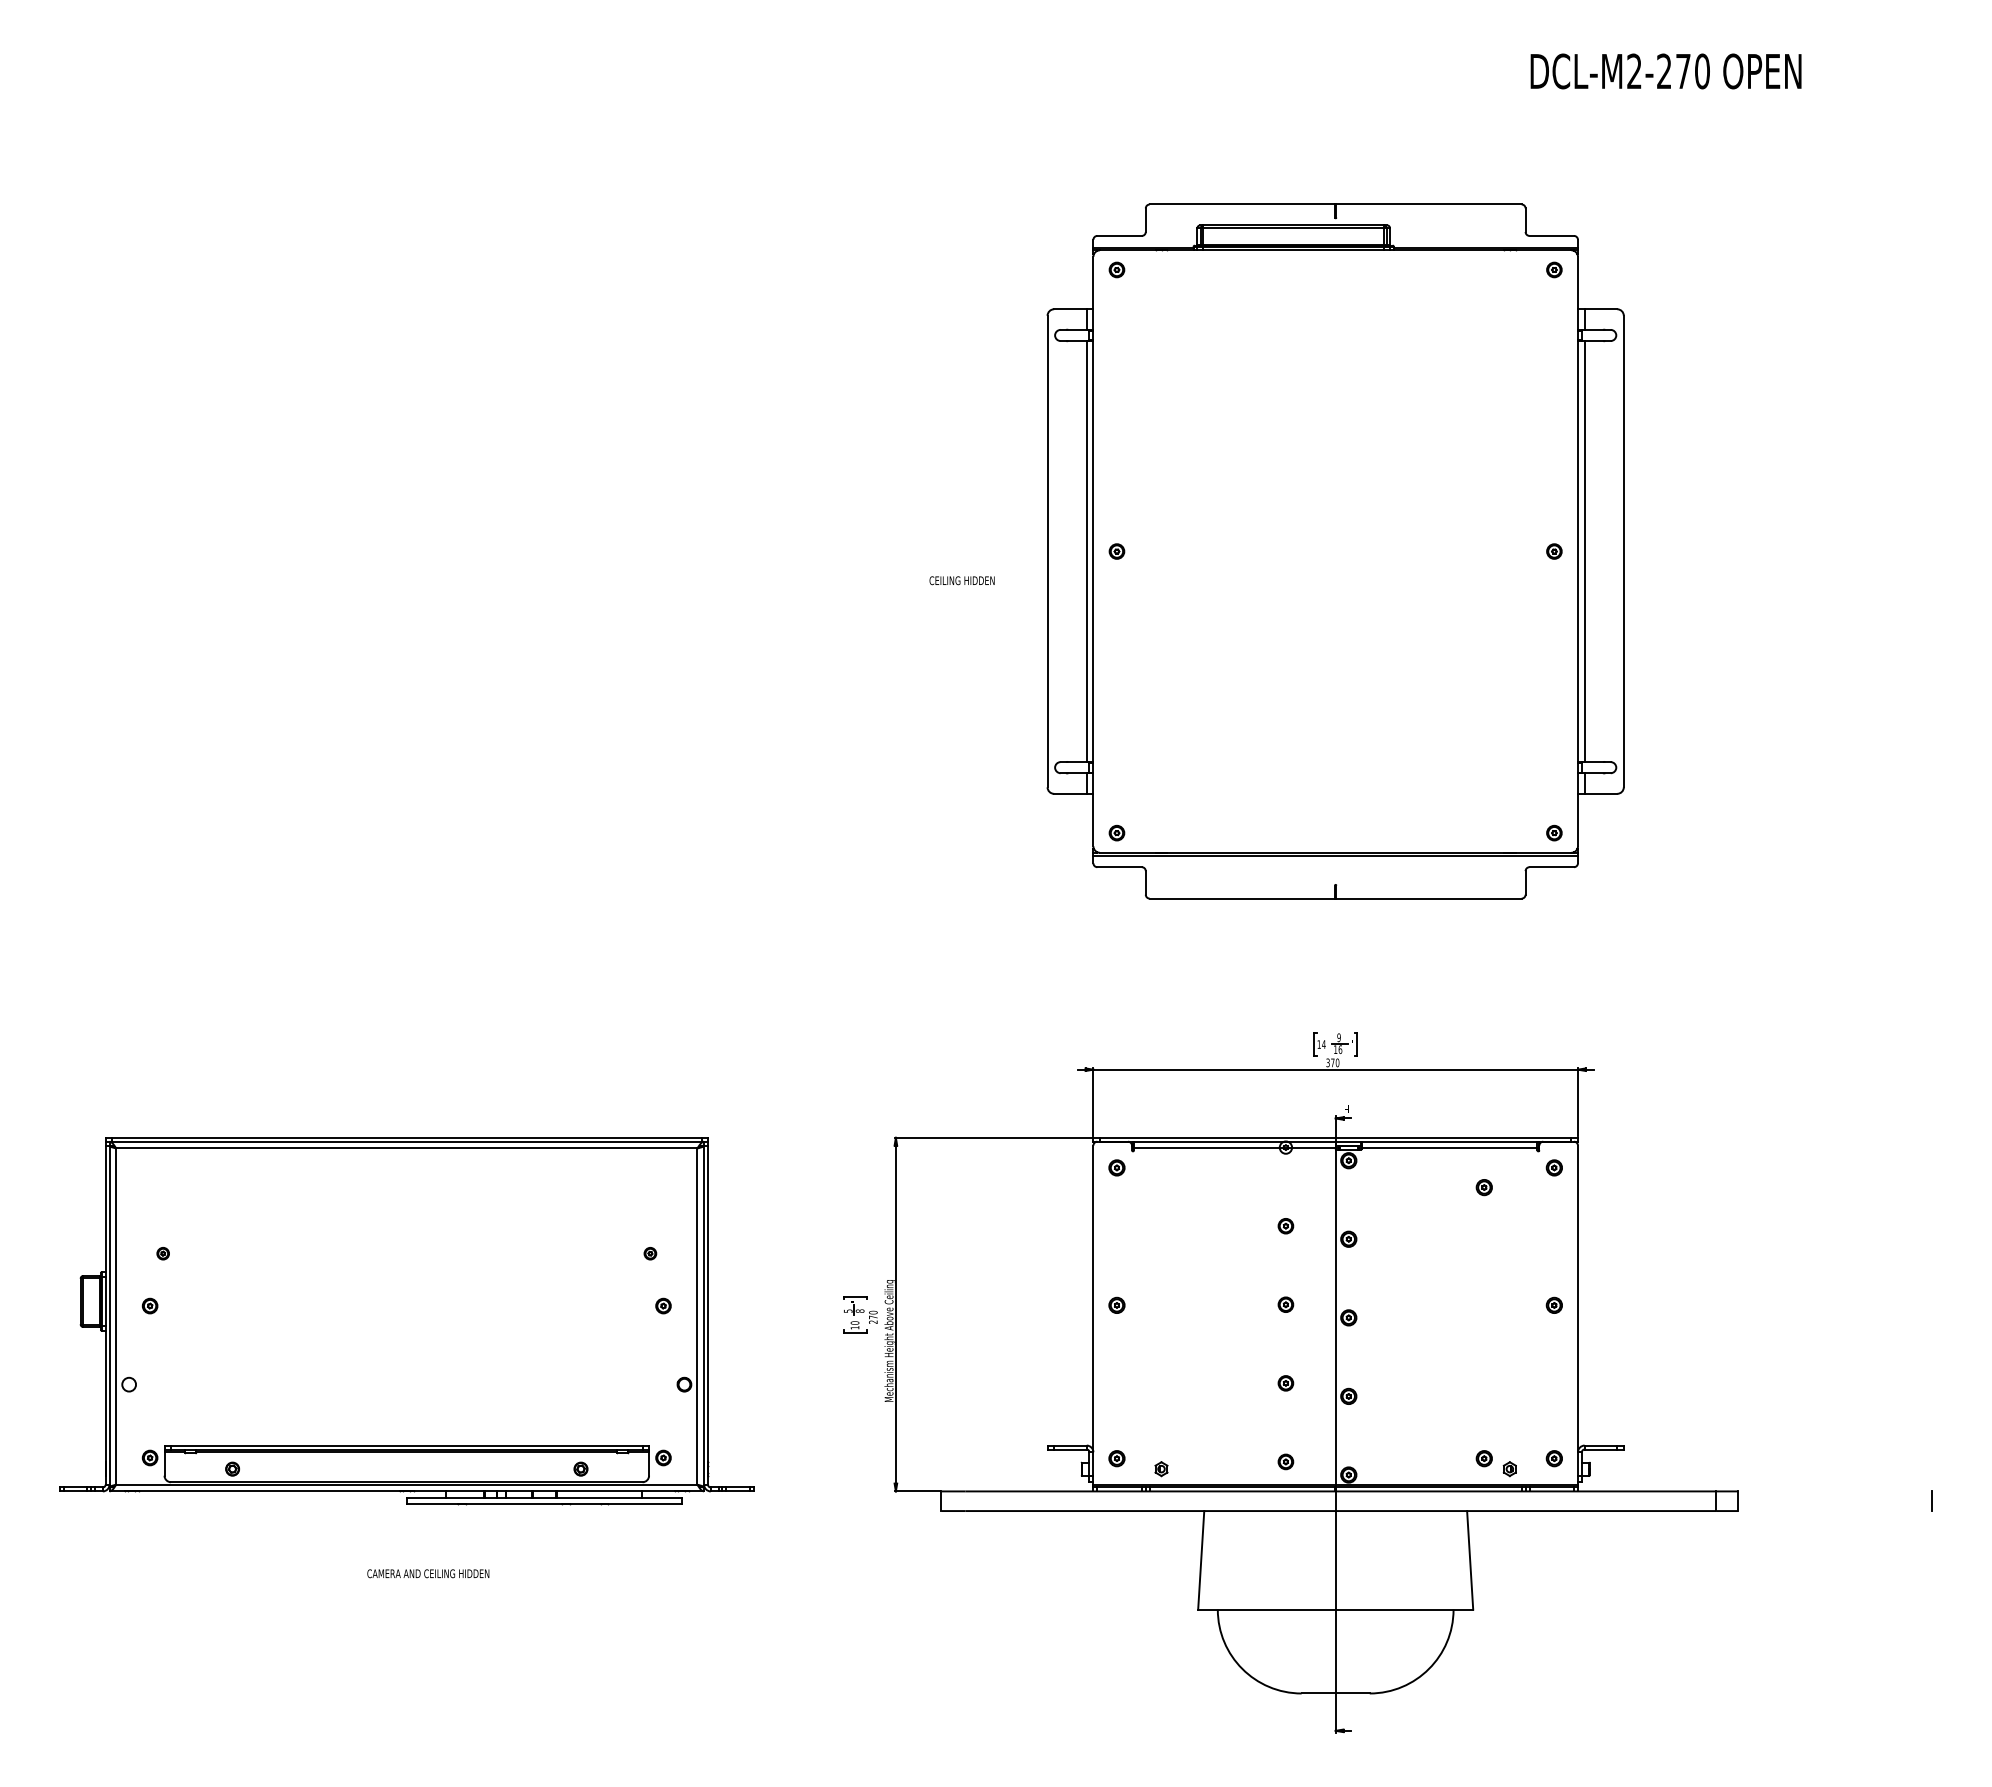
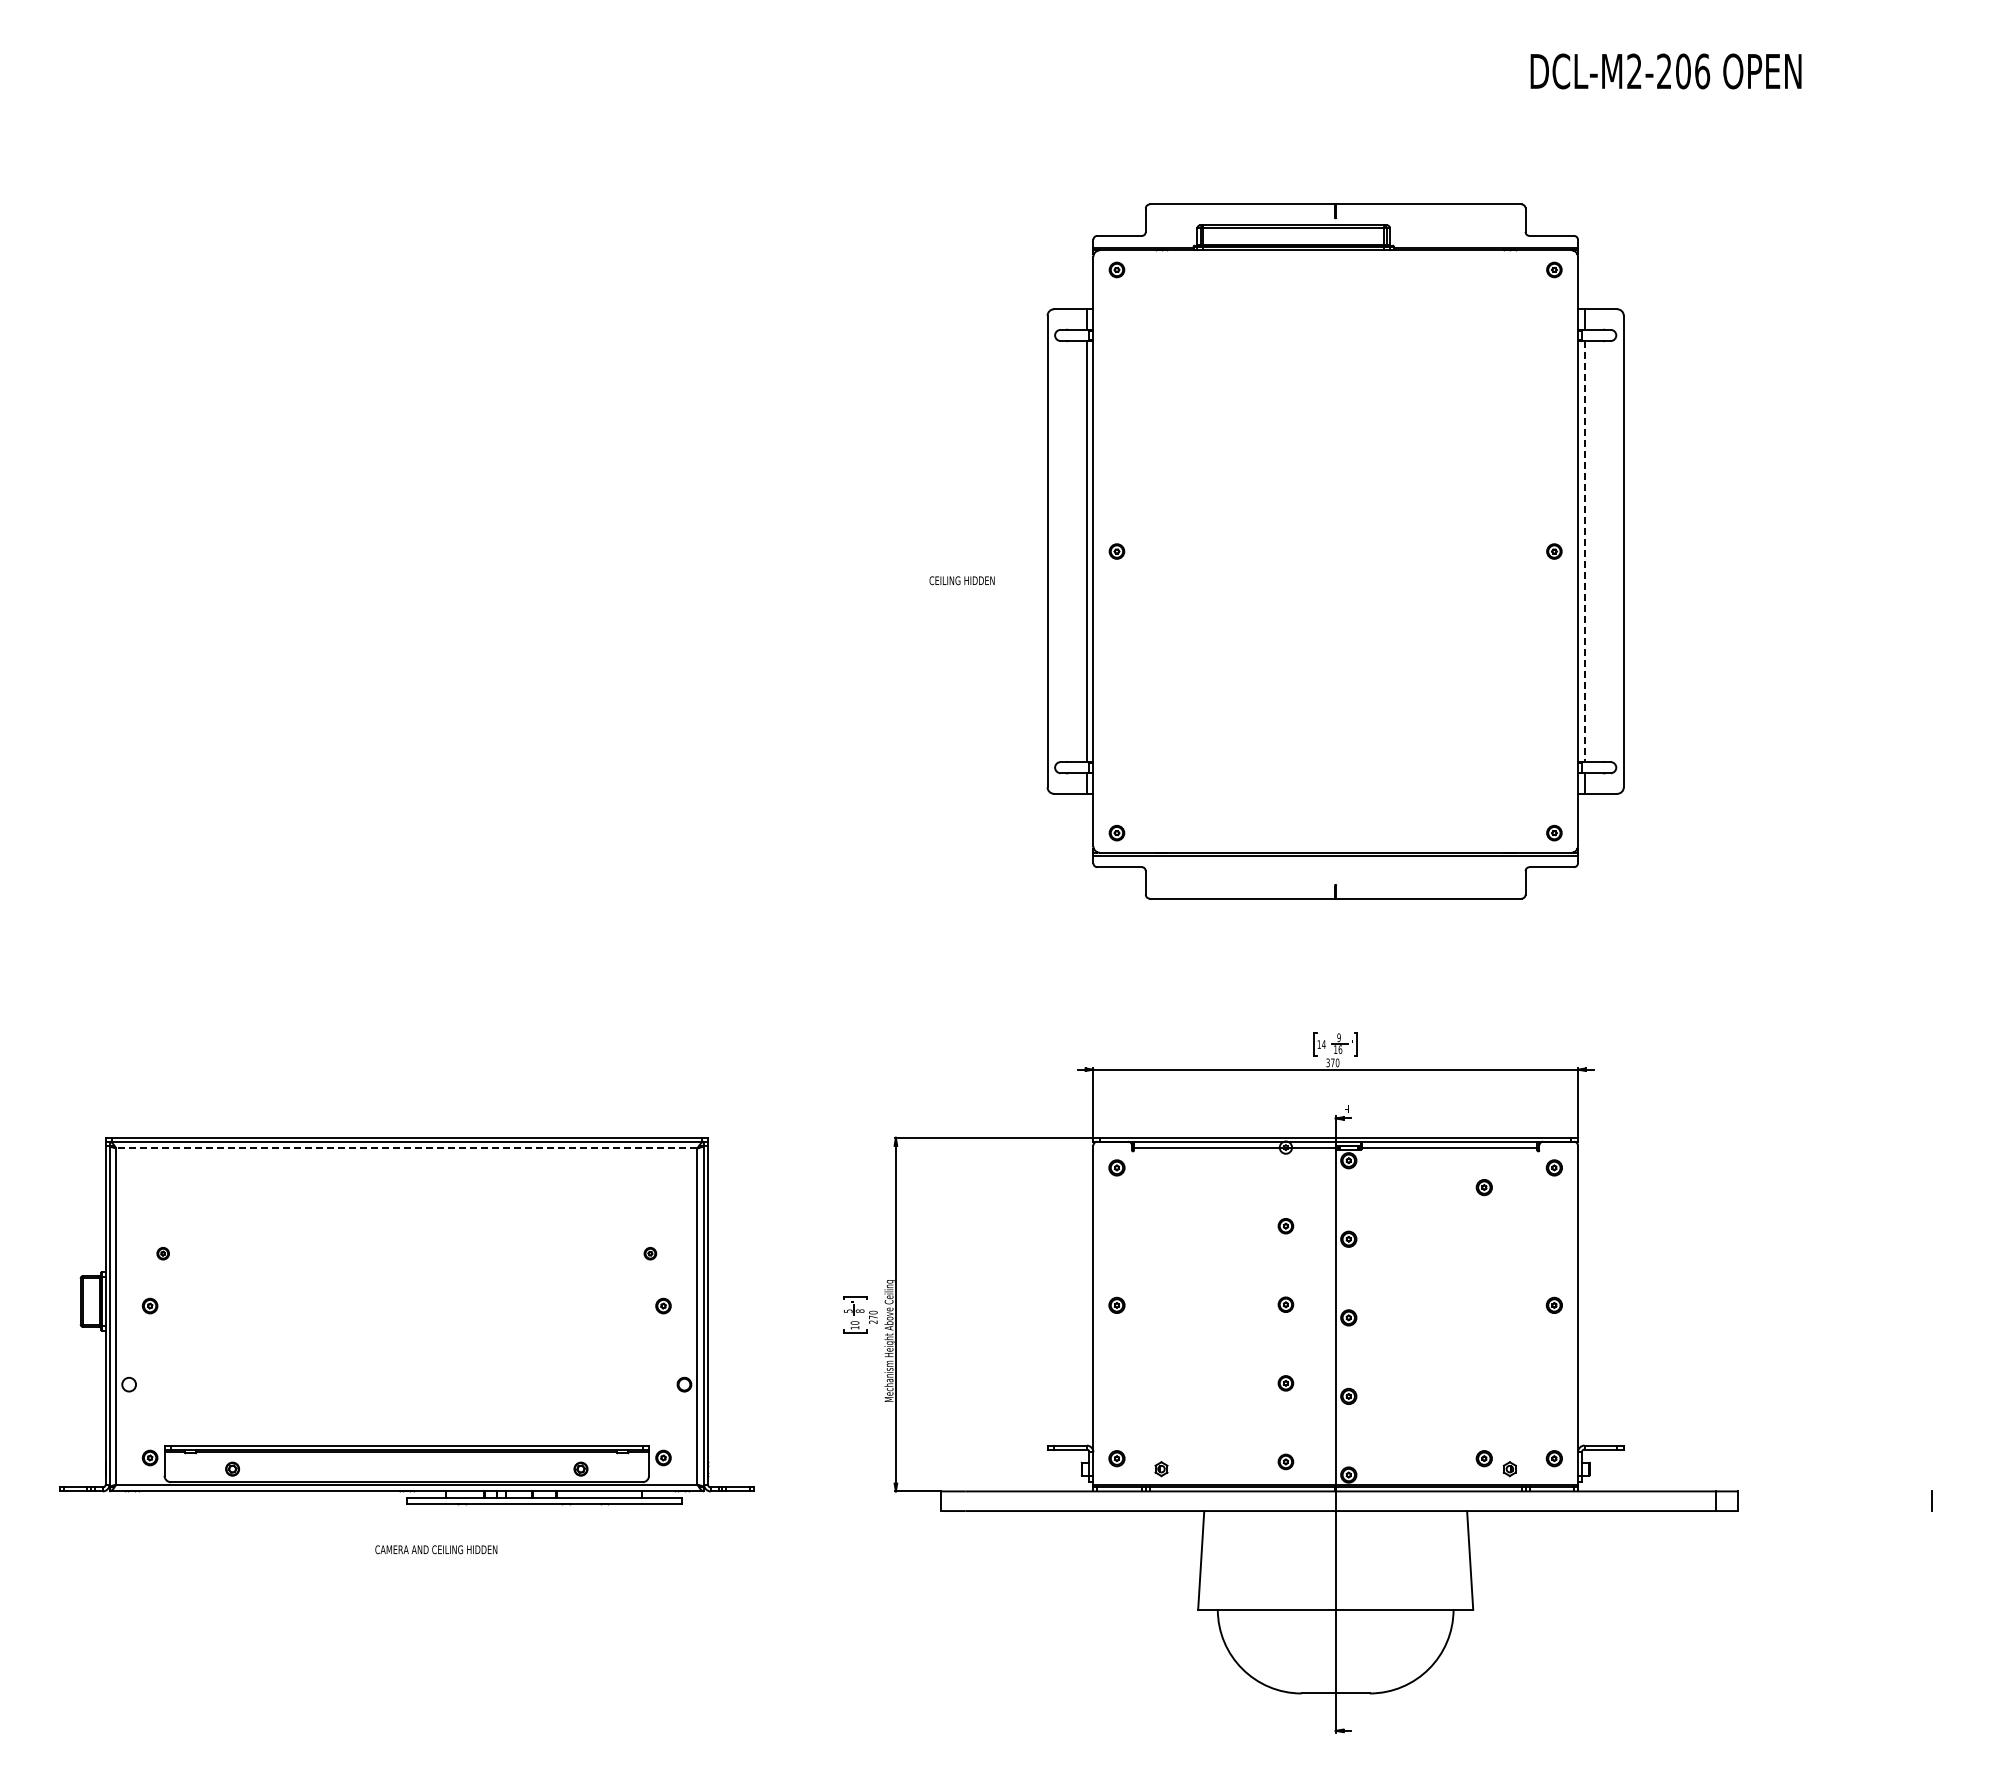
text at (1693, 71): DCL-M2-270 -> DCL-M2-206
line at (1584, 551): solid -> dashed
line at (406, 1148): solid -> dashed
text at (428, 1573) position: (428, 1573) -> (436, 1549)
